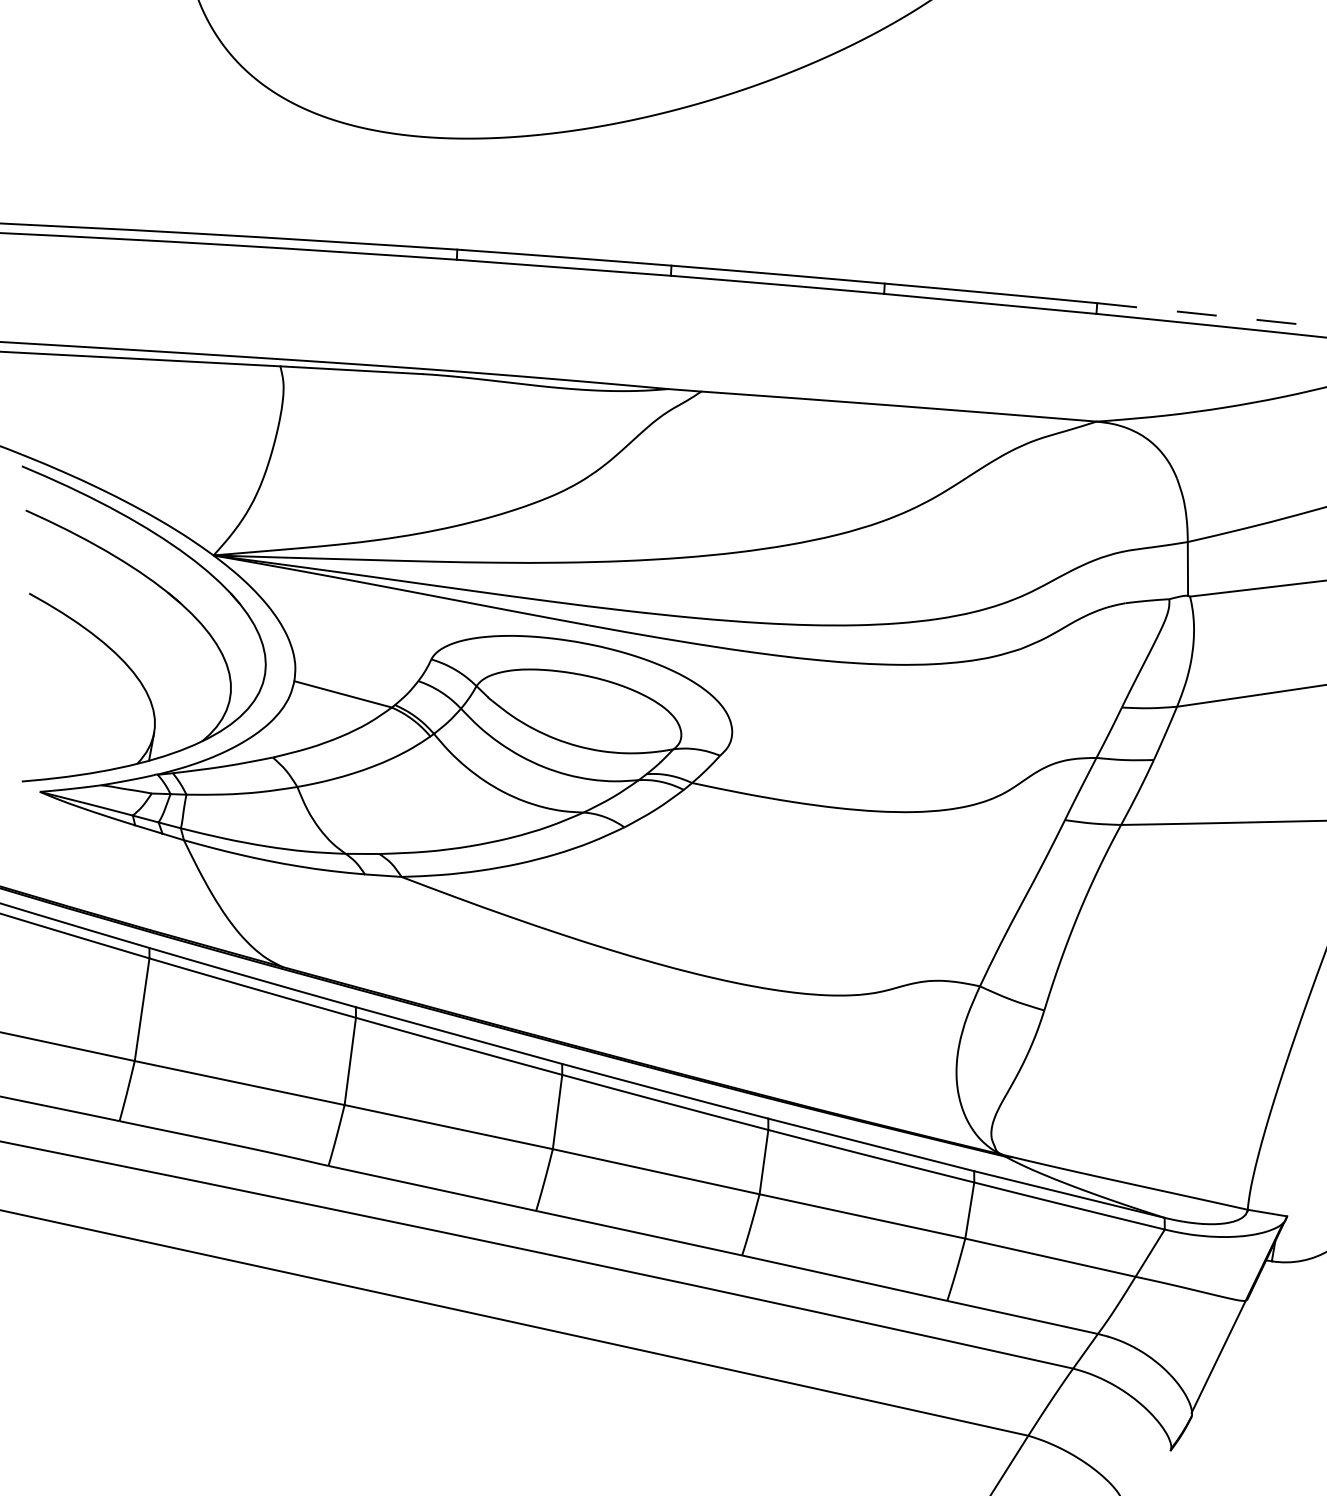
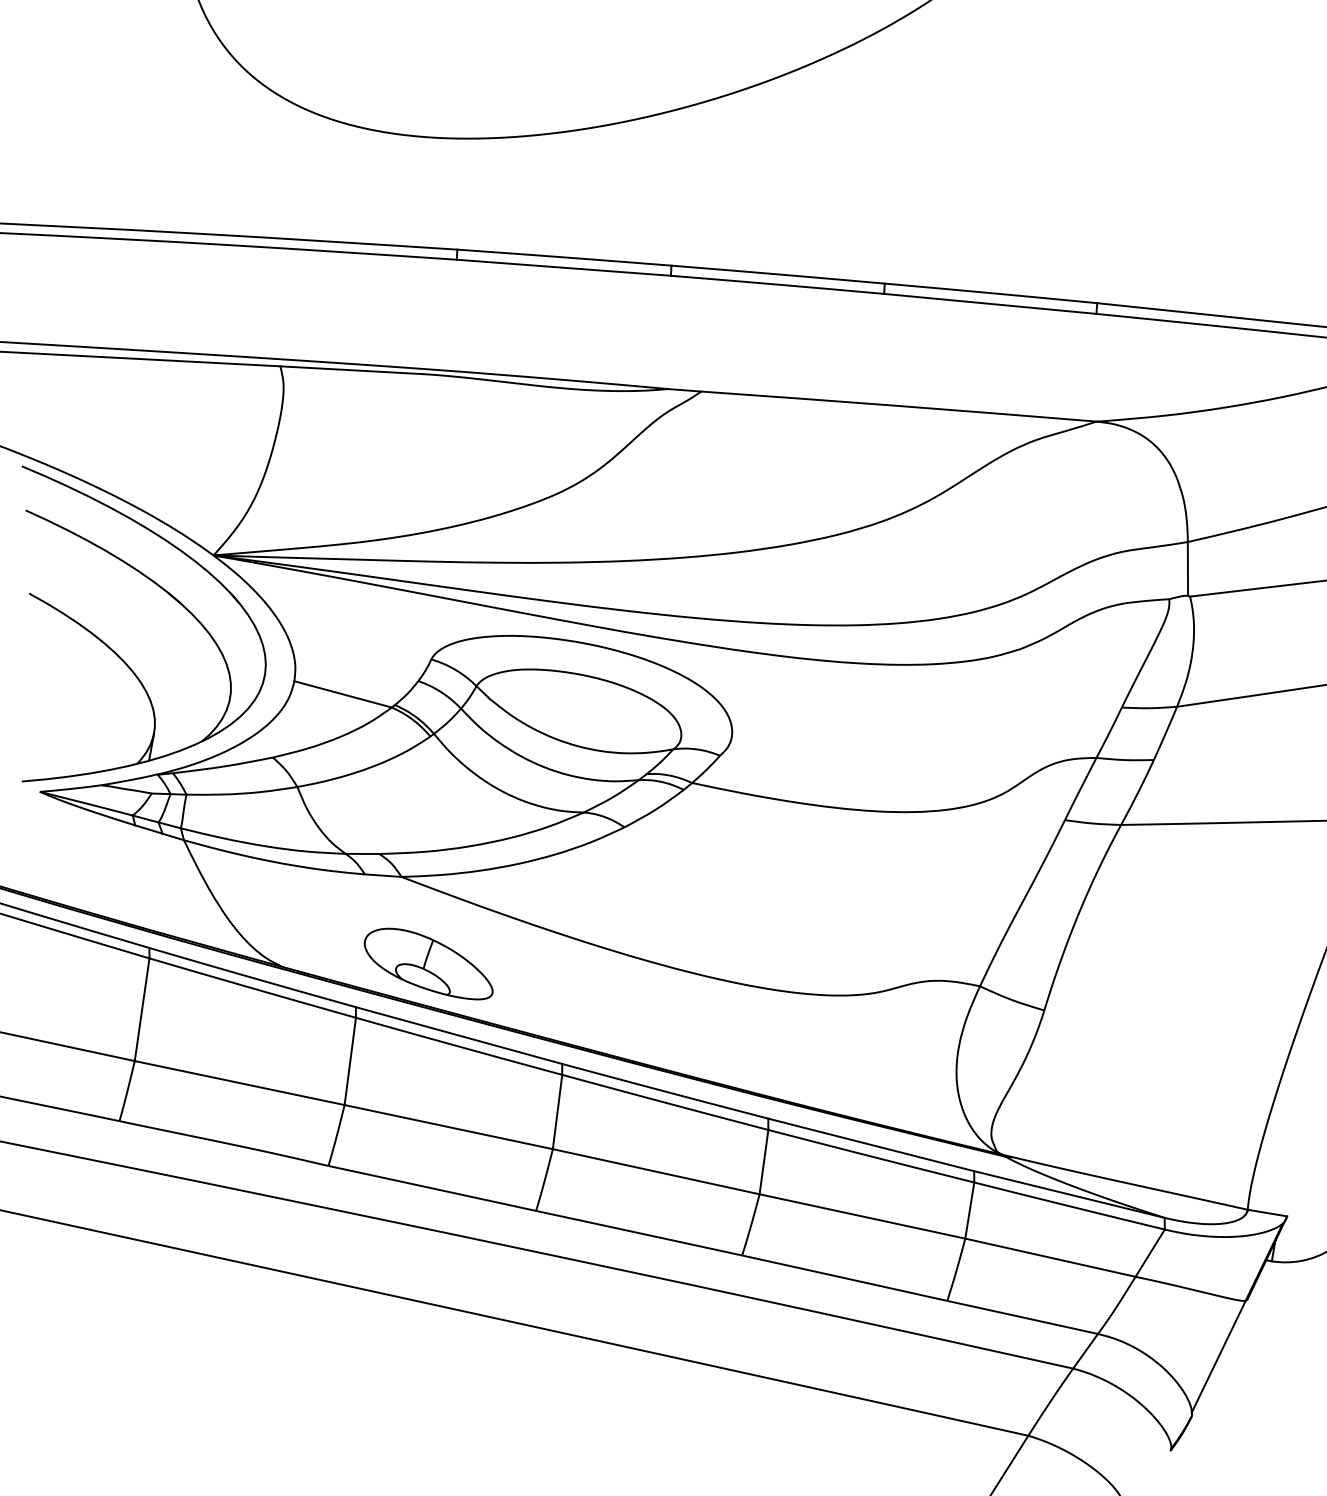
line at (1212, 315): dashed -> solid
part at (428, 963): none -> present
